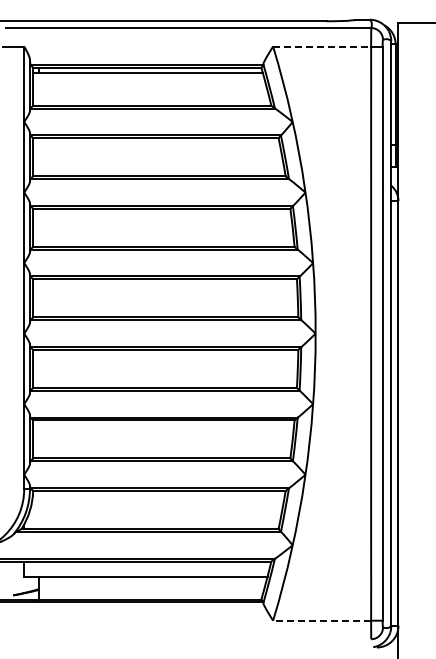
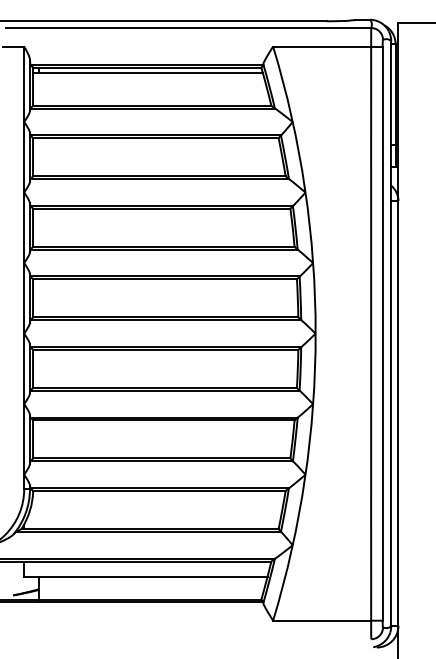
line at (322, 46): dashed -> solid
line at (321, 620): dashed -> solid
